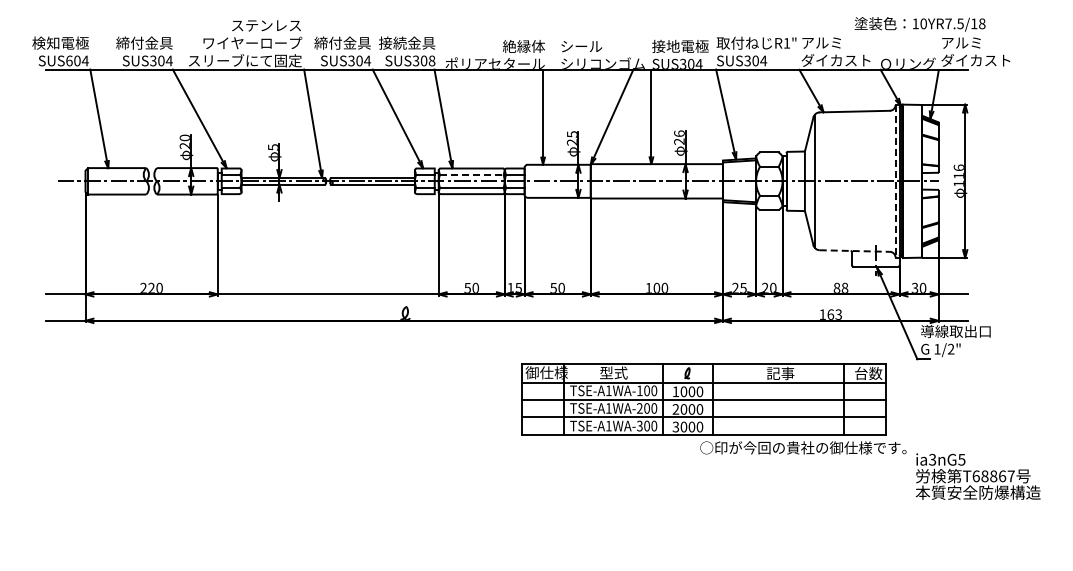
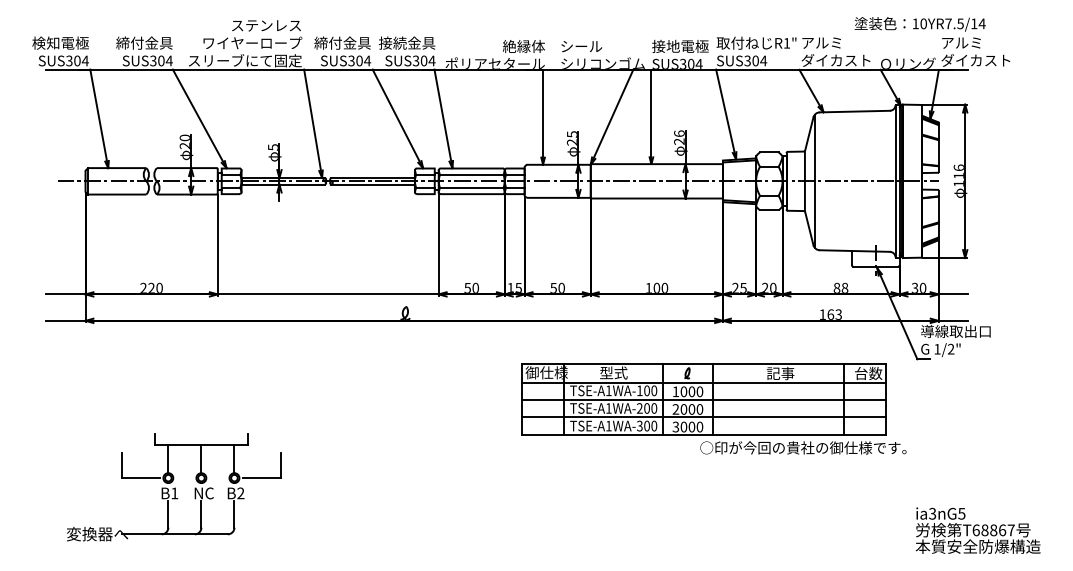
text at (981, 23): 10YR7.5/18 -> 10YR7.5/14
text at (69, 60): SUS604 -> SUS304
text at (431, 60): SUS308 -> SUS304
line at (471, 174): dashed -> solid
line at (895, 181): dashed -> solid
line at (855, 251): dashed -> solid
text at (977, 476) position: (977, 476) -> (977, 530)
part at (174, 487): none -> present
